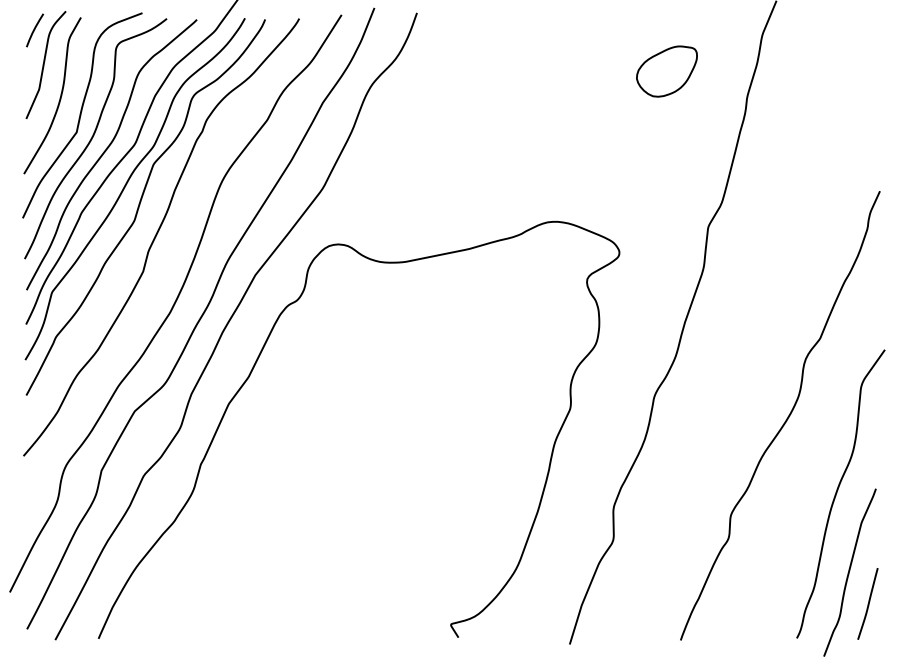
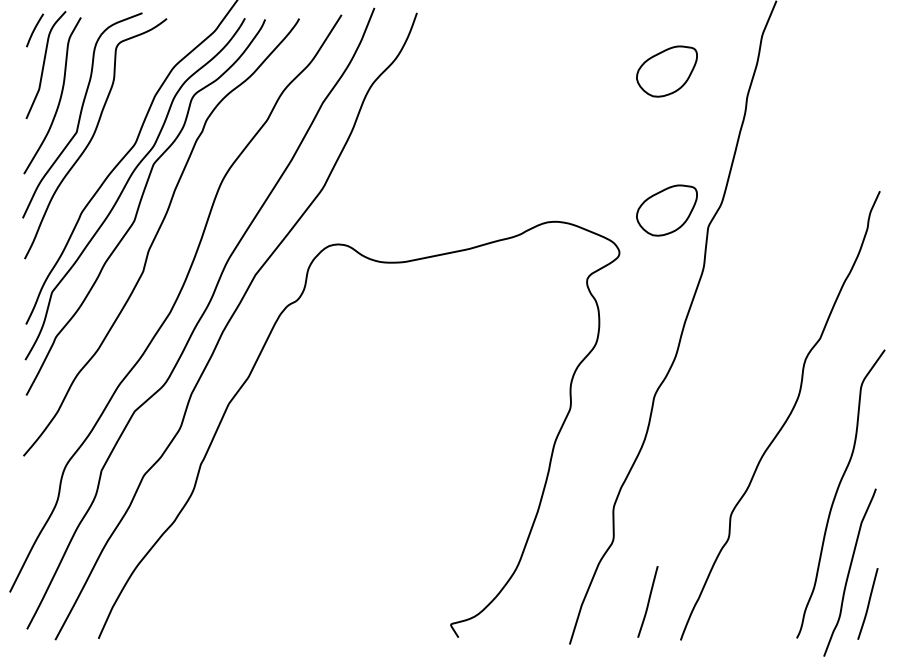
curve at (106, 151): present -> none
part at (666, 210): none -> present
curve at (647, 601): none -> present
